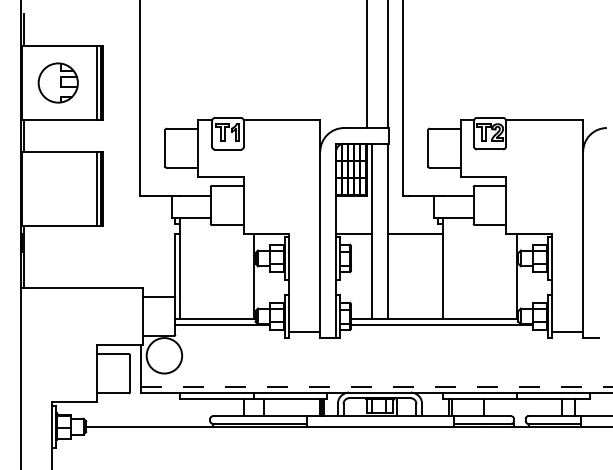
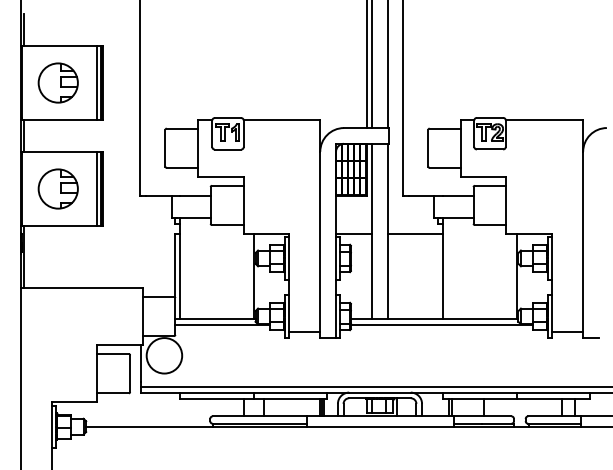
line at (371, 65): none -> present
part at (57, 188): none -> present
line at (376, 386): dashed -> solid
